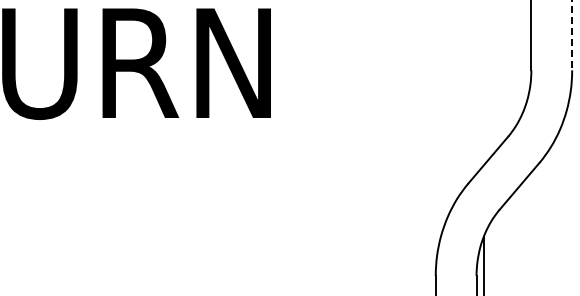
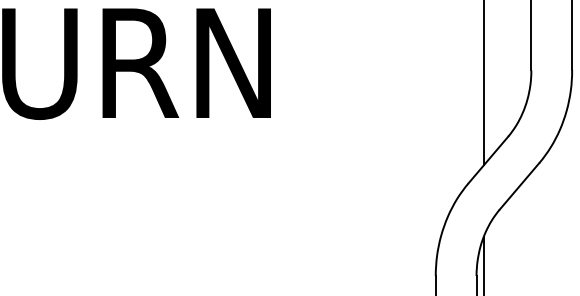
line at (572, 35): dashed -> solid
line at (483, 83): none -> present
